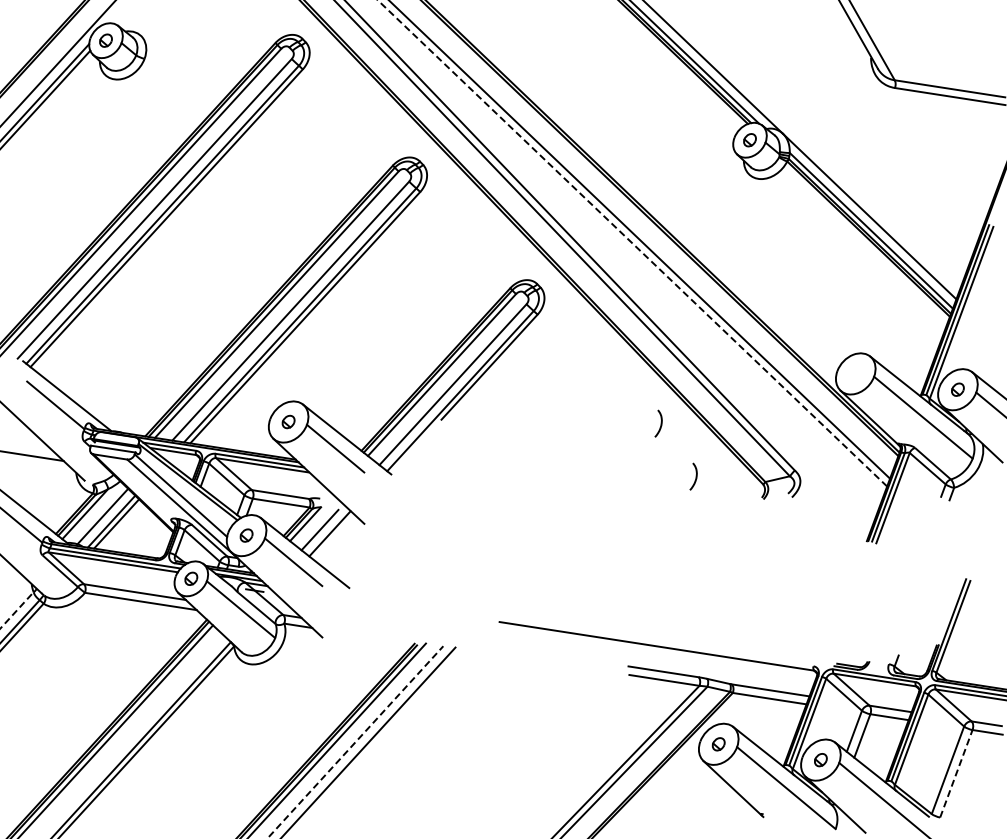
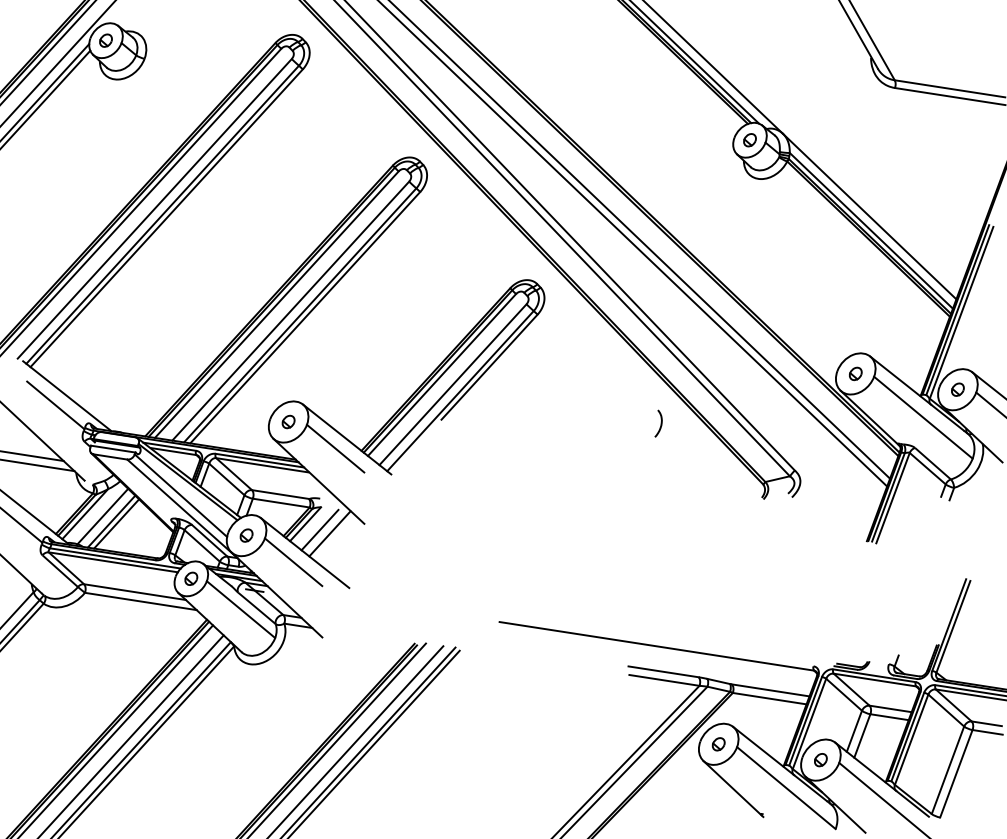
line at (48, 52): none -> present
line at (632, 243): dashed -> solid
part at (855, 373): none -> present
line at (38, 465): none -> present
curve at (695, 476): present -> none
line at (17, 609): dashed -> solid
line at (131, 735): none -> present
line at (355, 742): dashed -> solid
line at (374, 742): none -> present
line at (956, 773): dashed -> solid
